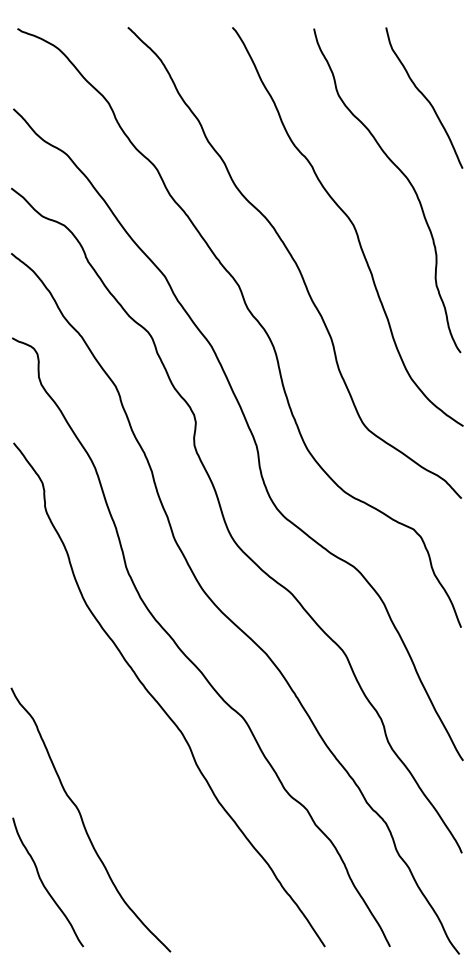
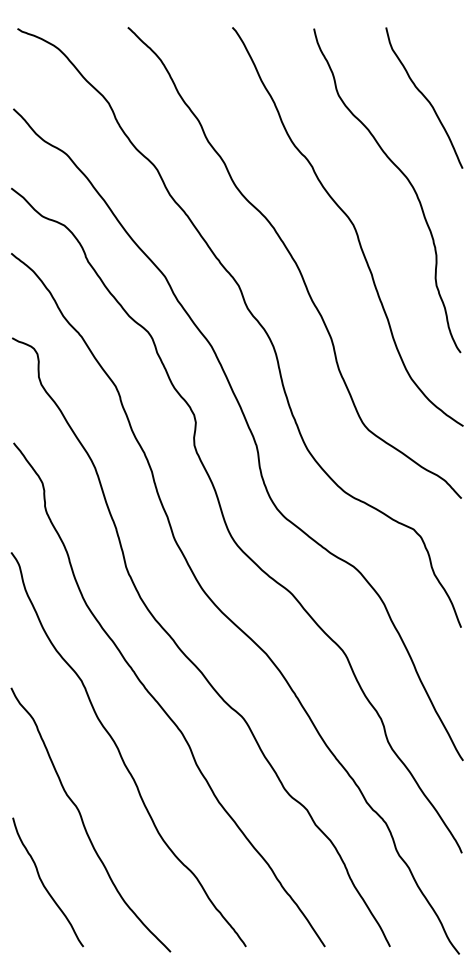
curve at (120, 751): none -> present
